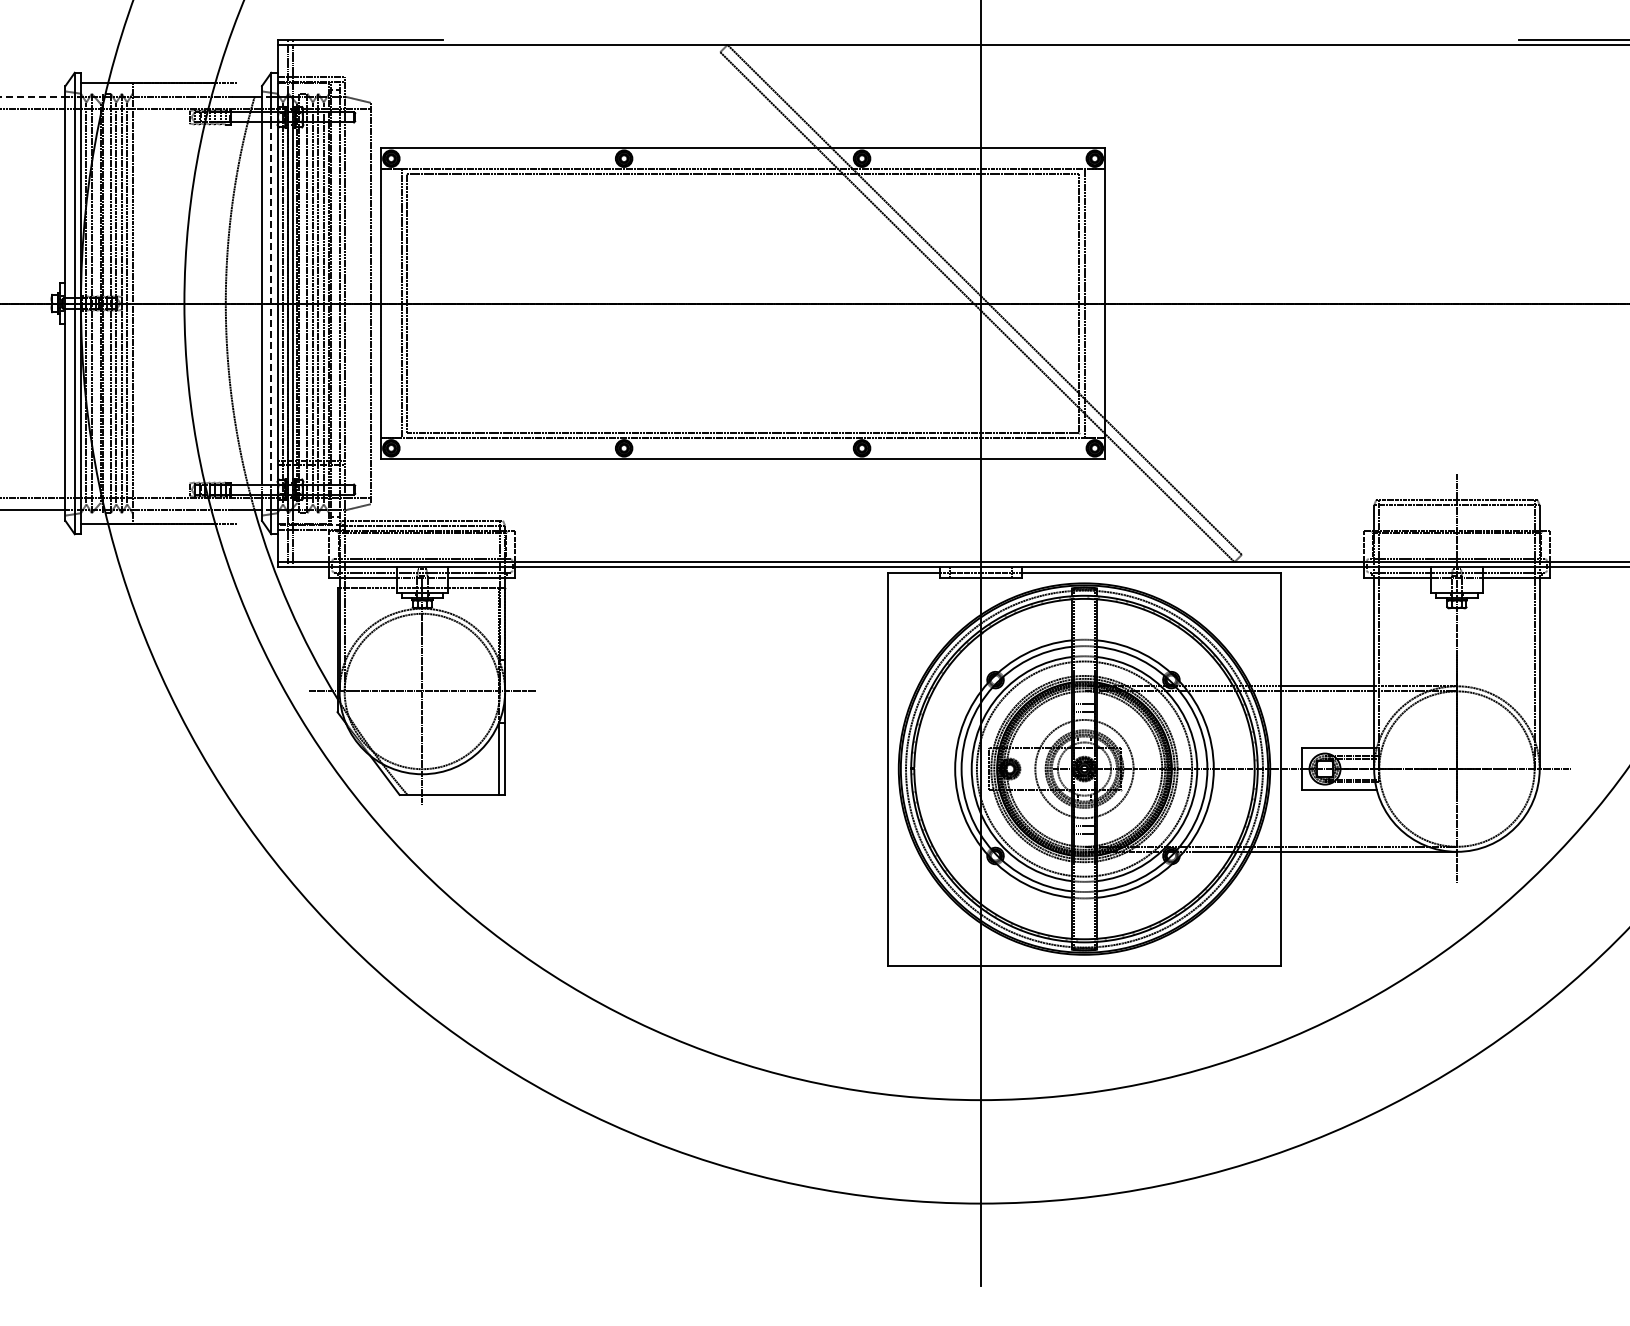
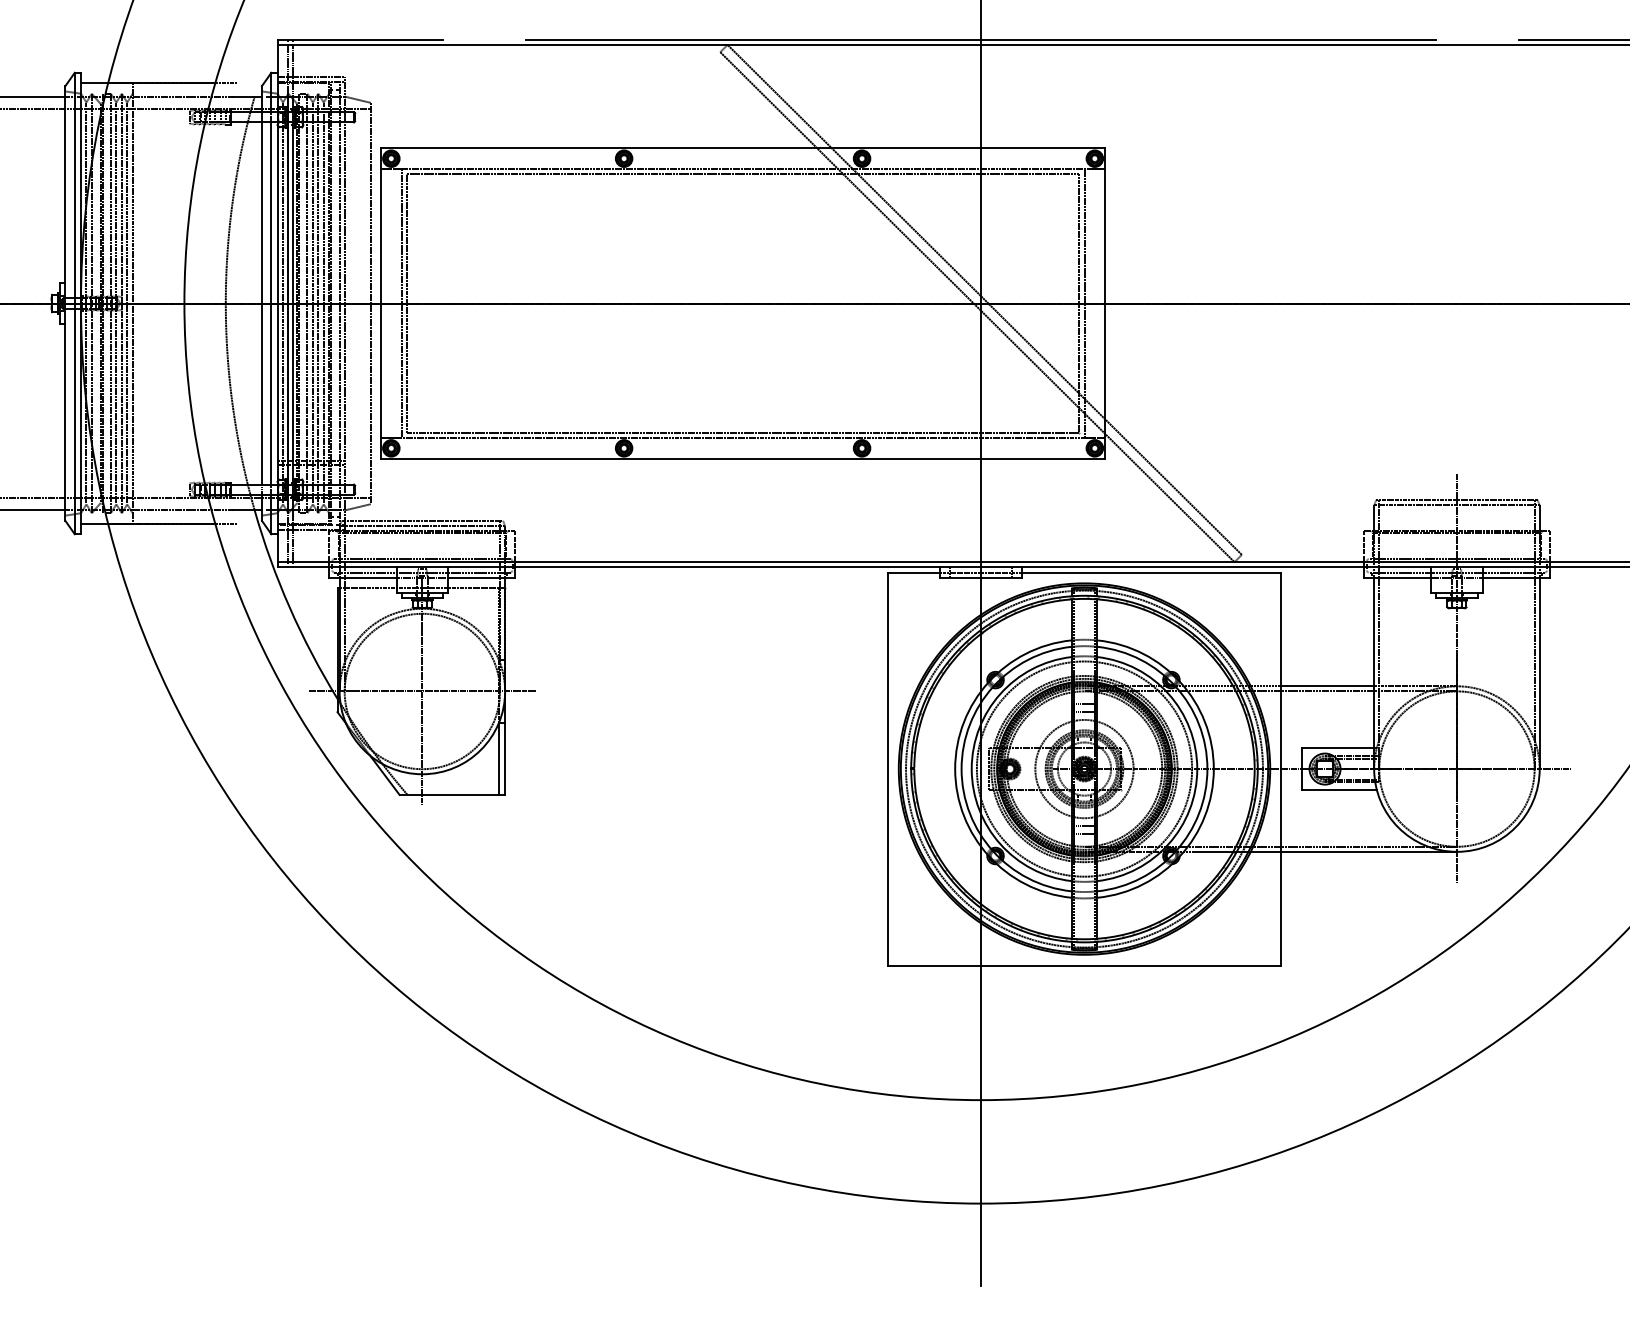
line at (980, 39): none -> present
line at (33, 96): dashed -> solid
line at (271, 304): dashed -> solid
